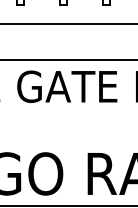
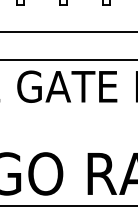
line at (68, 23) position: (68, 23) -> (68, 31)
